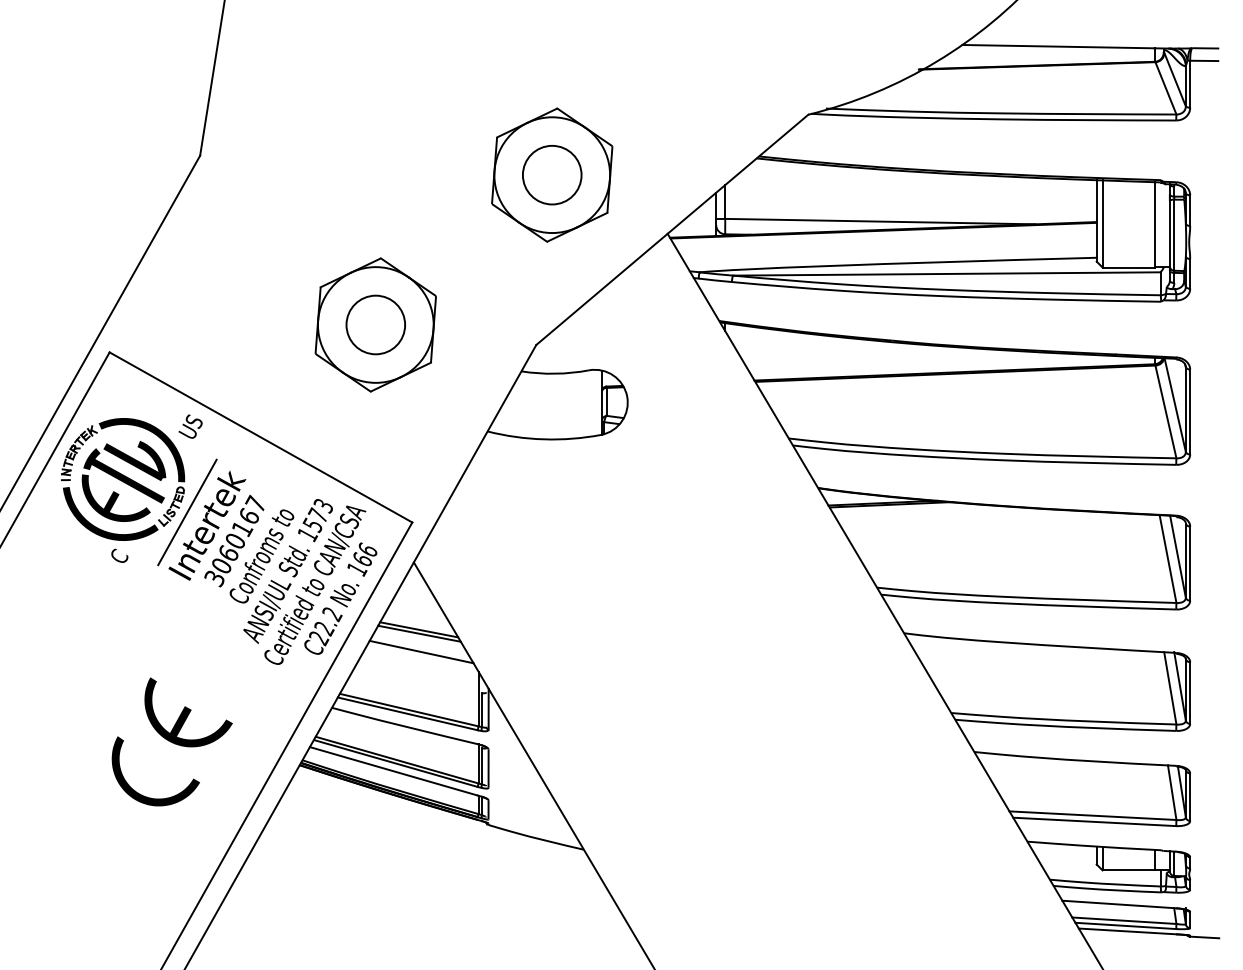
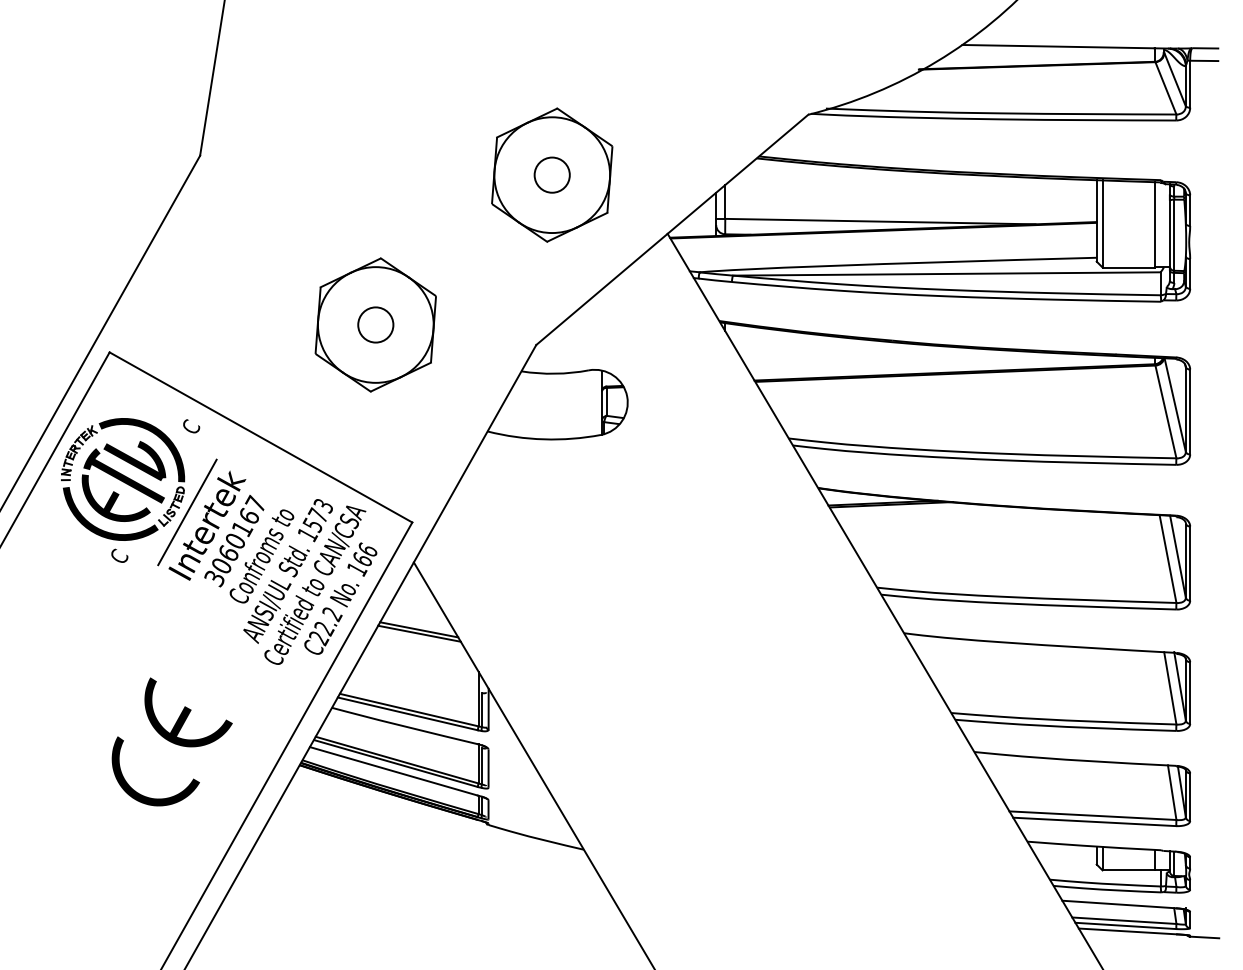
circle at (551, 174) diameter: 59 px -> 35 px
circle at (375, 324) diameter: 59 px -> 35 px
text at (190, 426): US -> C
line at (421, 651): present -> none
